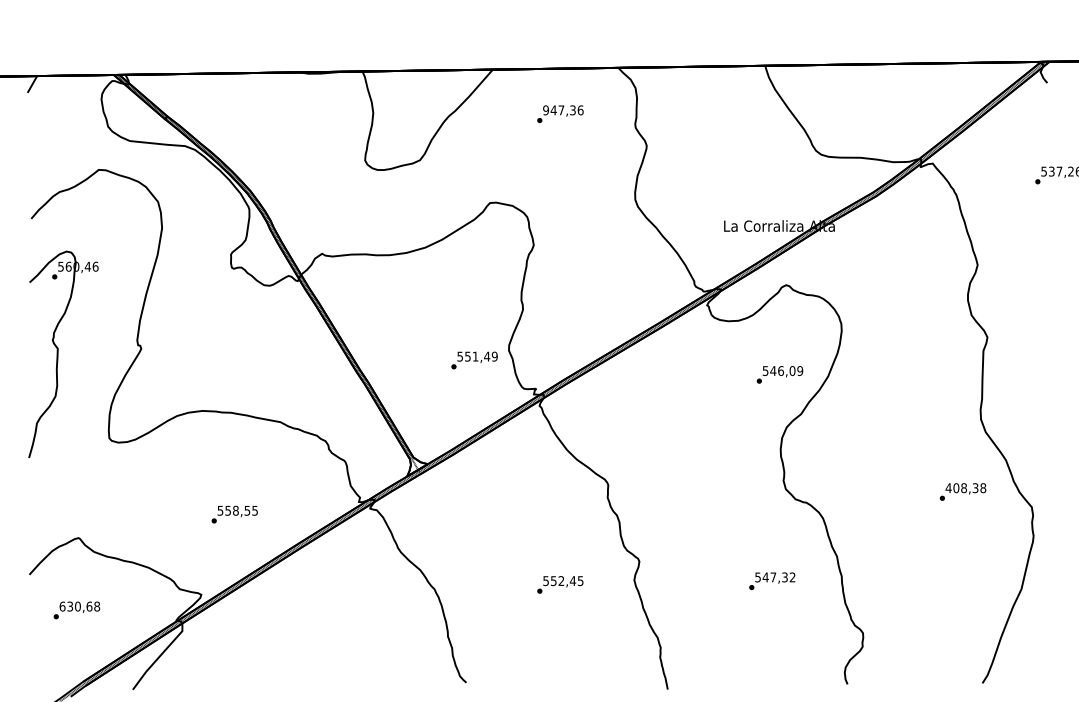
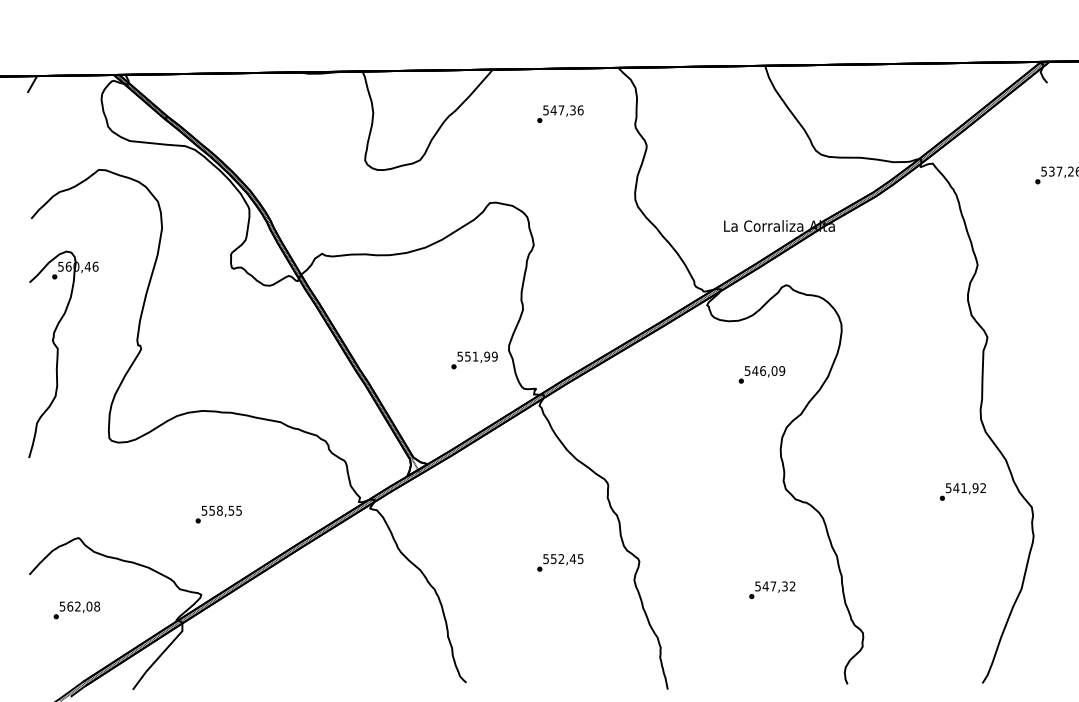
text at (545, 109): 947,36 -> 547,36
text at (487, 356): 551,49 -> 551,99
text at (779, 374) position: (779, 374) -> (761, 374)
text at (965, 488): 408,38 -> 541,92
text at (234, 514) position: (234, 514) -> (218, 514)
text at (772, 581) position: (772, 581) -> (772, 590)
text at (560, 584) position: (560, 584) -> (560, 562)
text at (75, 606): 630,68 -> 562,08
